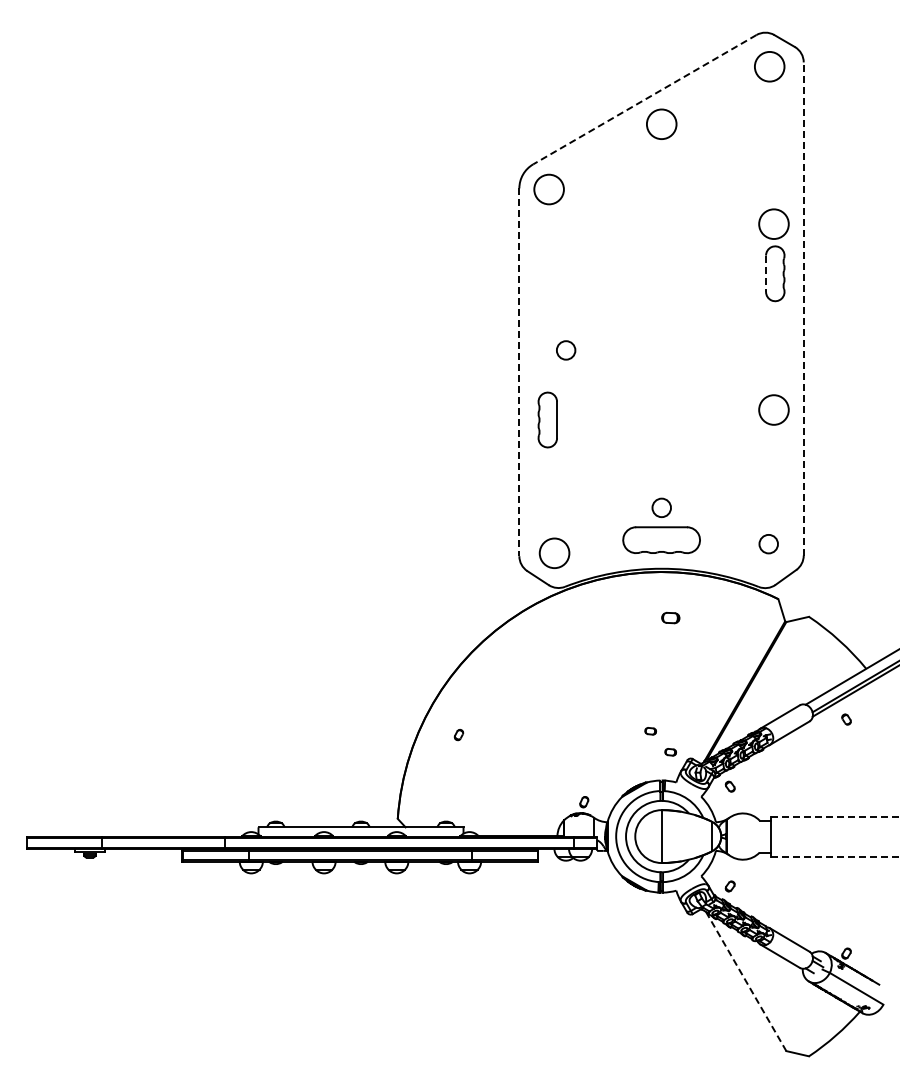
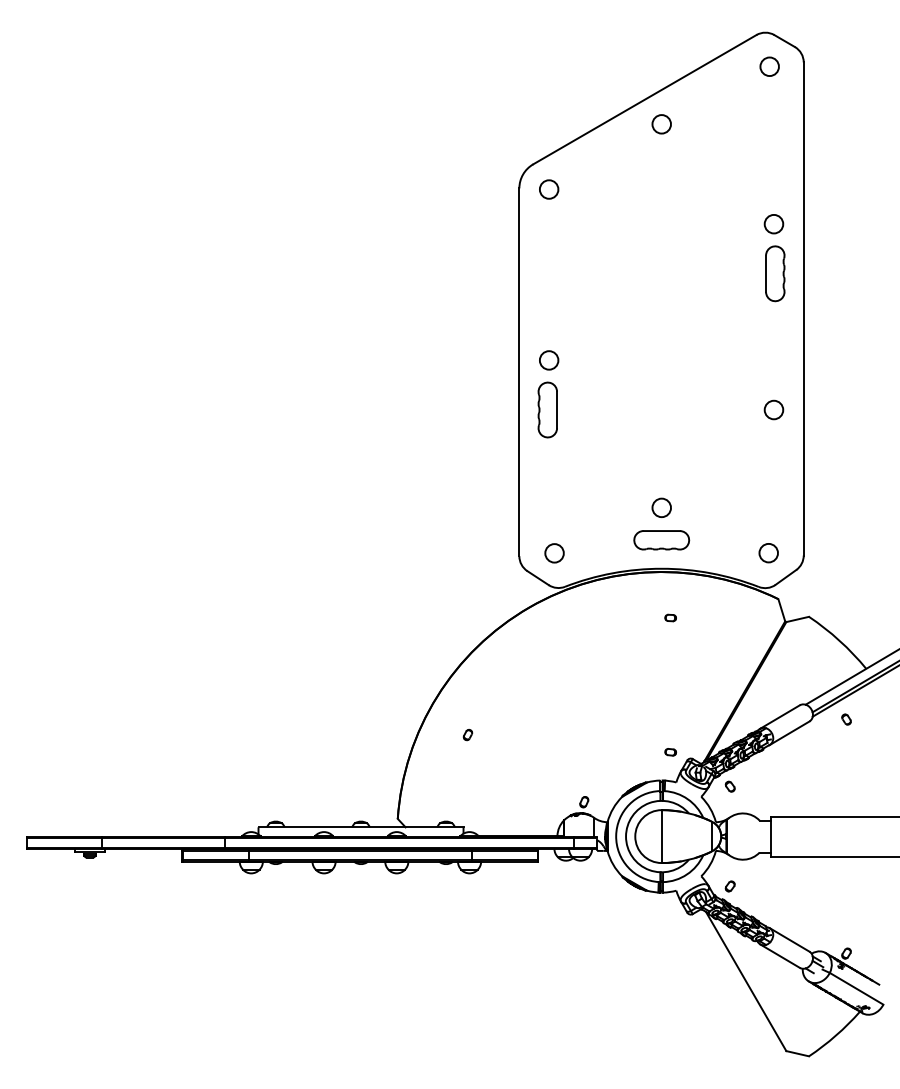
circle at (769, 66) diameter: 30 px -> 19 px
line at (644, 99): dashed -> solid
circle at (661, 124) diameter: 30 px -> 19 px
circle at (548, 189) diameter: 30 px -> 19 px
circle at (773, 224) diameter: 30 px -> 19 px
line at (766, 274): dashed -> solid
line at (803, 308): dashed -> solid
circle at (566, 350) position: (566, 350) -> (549, 360)
line at (519, 372): dashed -> solid
circle at (773, 409) diameter: 30 px -> 19 px
part at (547, 419) position: (547, 419) -> (547, 409)
part at (661, 540) size: 79x29 px -> 58x21 px
circle at (768, 544) position: (768, 544) -> (768, 553)
circle at (554, 553) diameter: 30 px -> 19 px
part at (670, 617) size: 20x14 px -> 13x10 px
part at (650, 731): present -> none
part at (458, 735) position: (458, 735) -> (467, 735)
line at (835, 816): dashed -> solid
line at (835, 856): dashed -> solid
line at (746, 981): dashed -> solid
